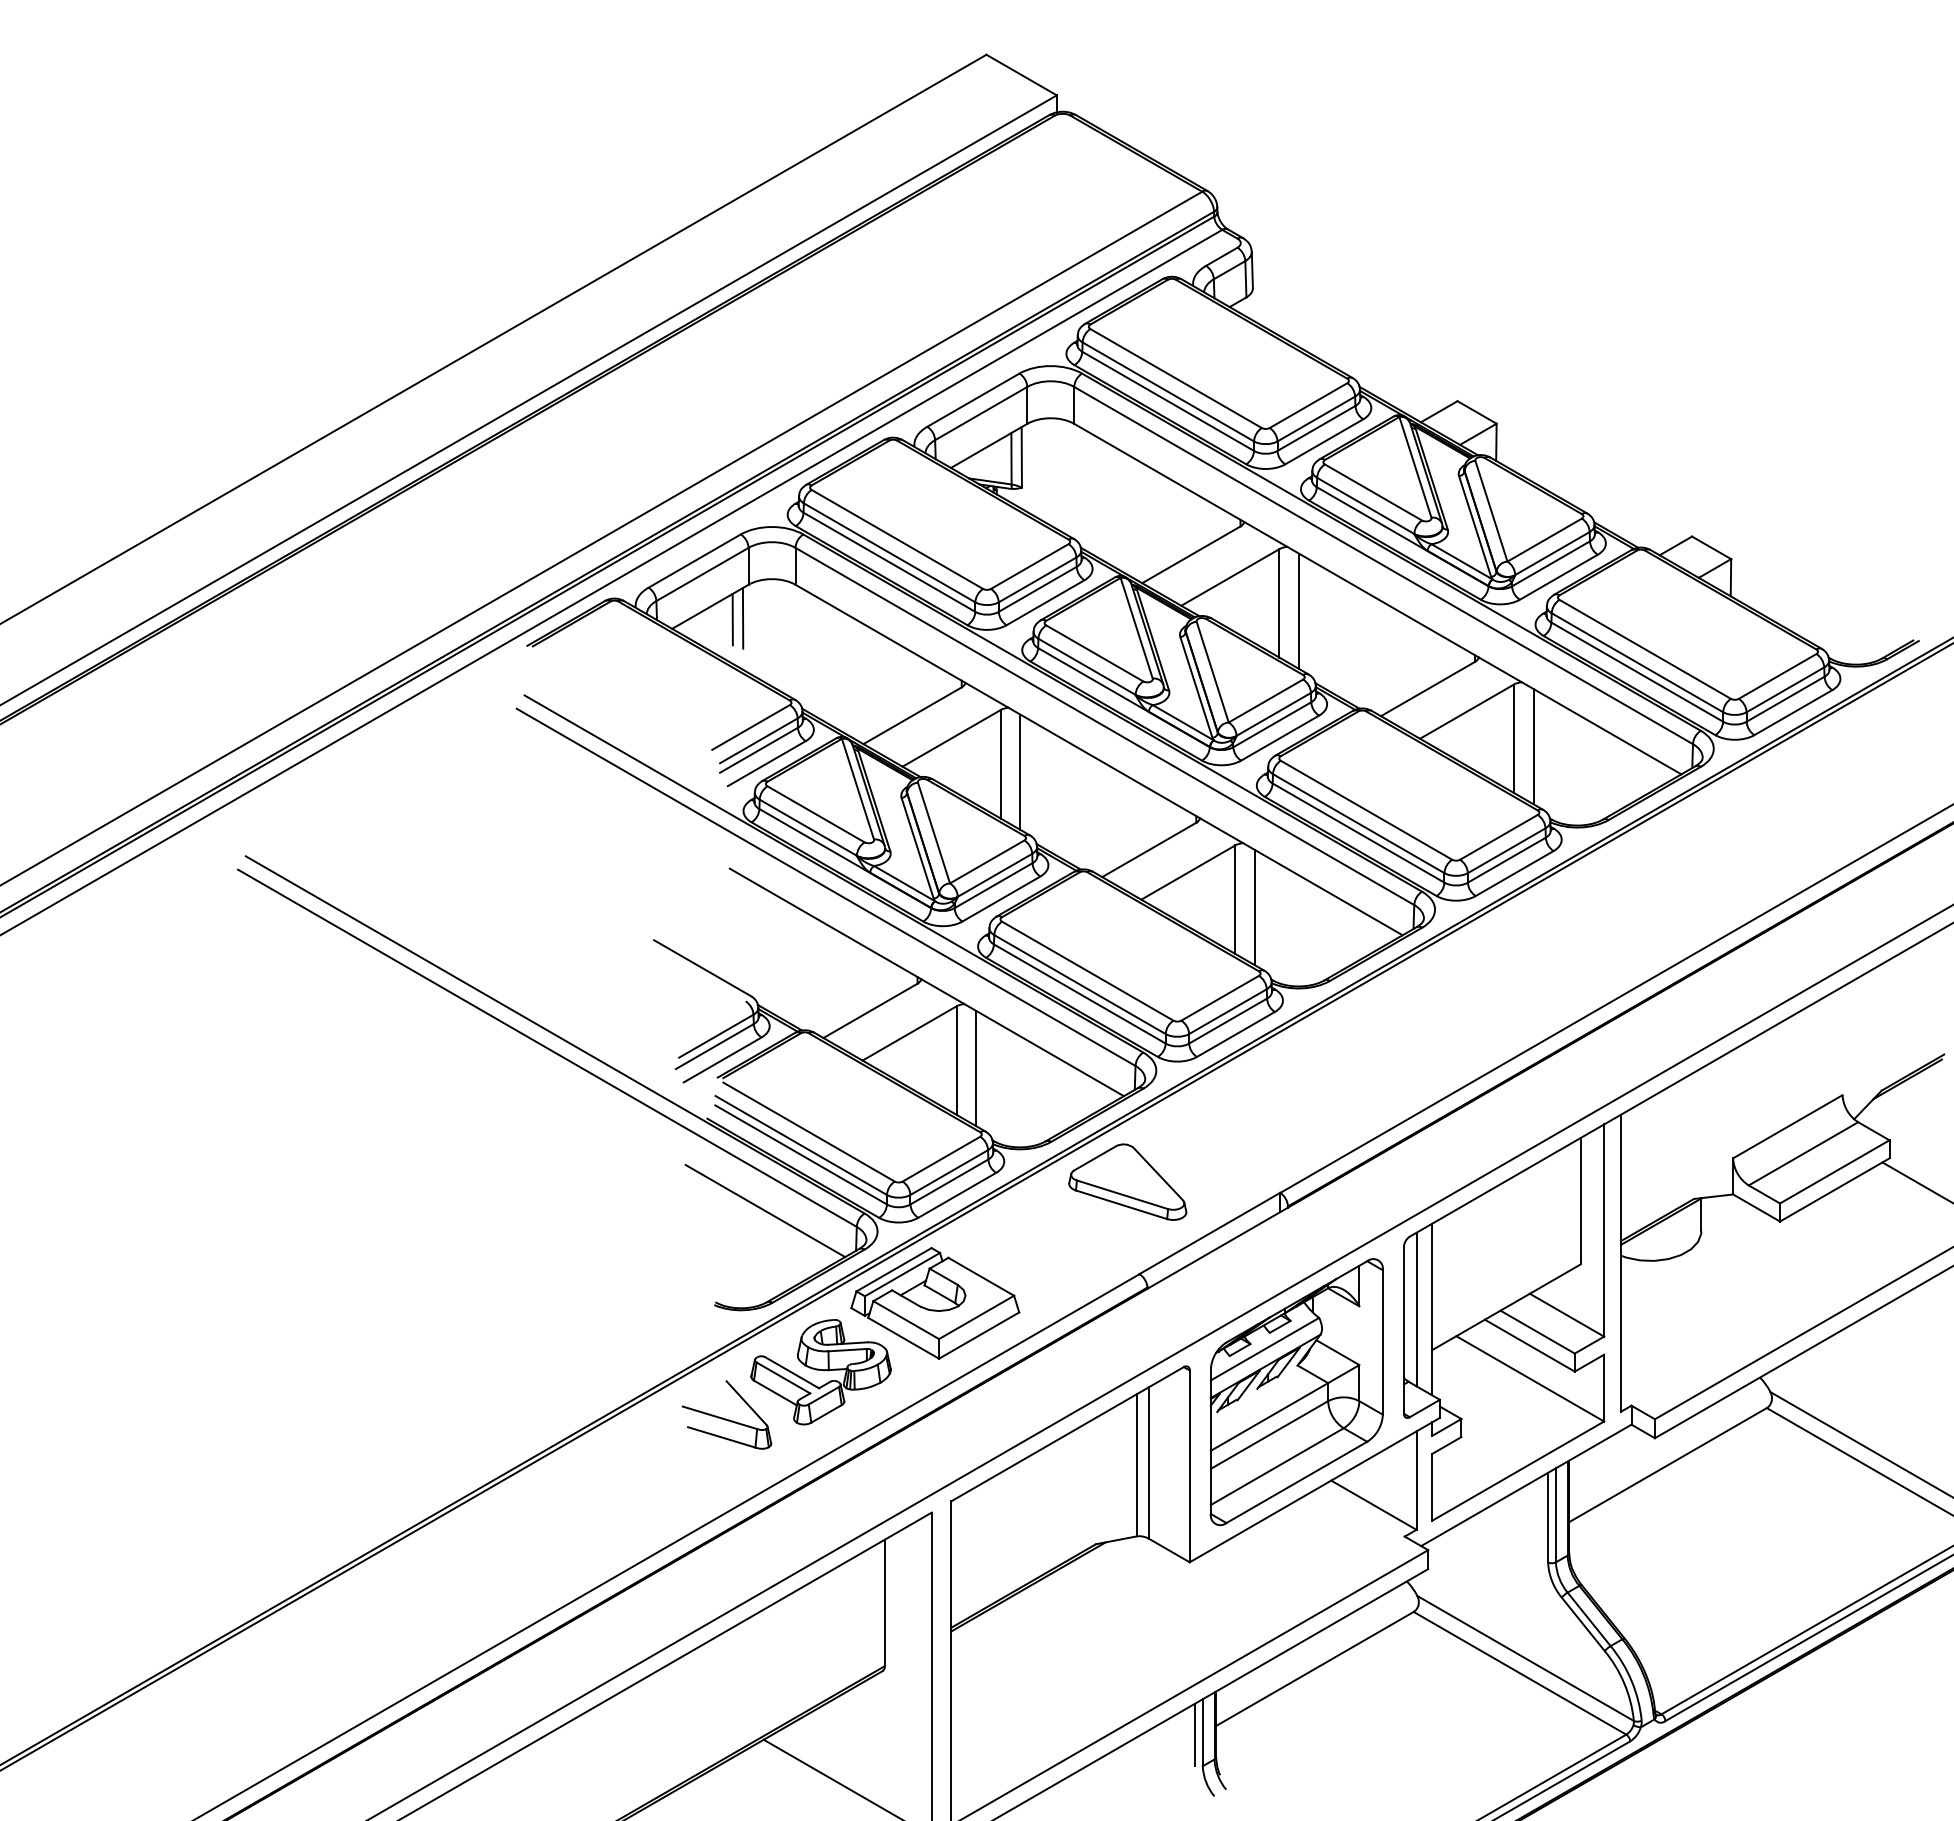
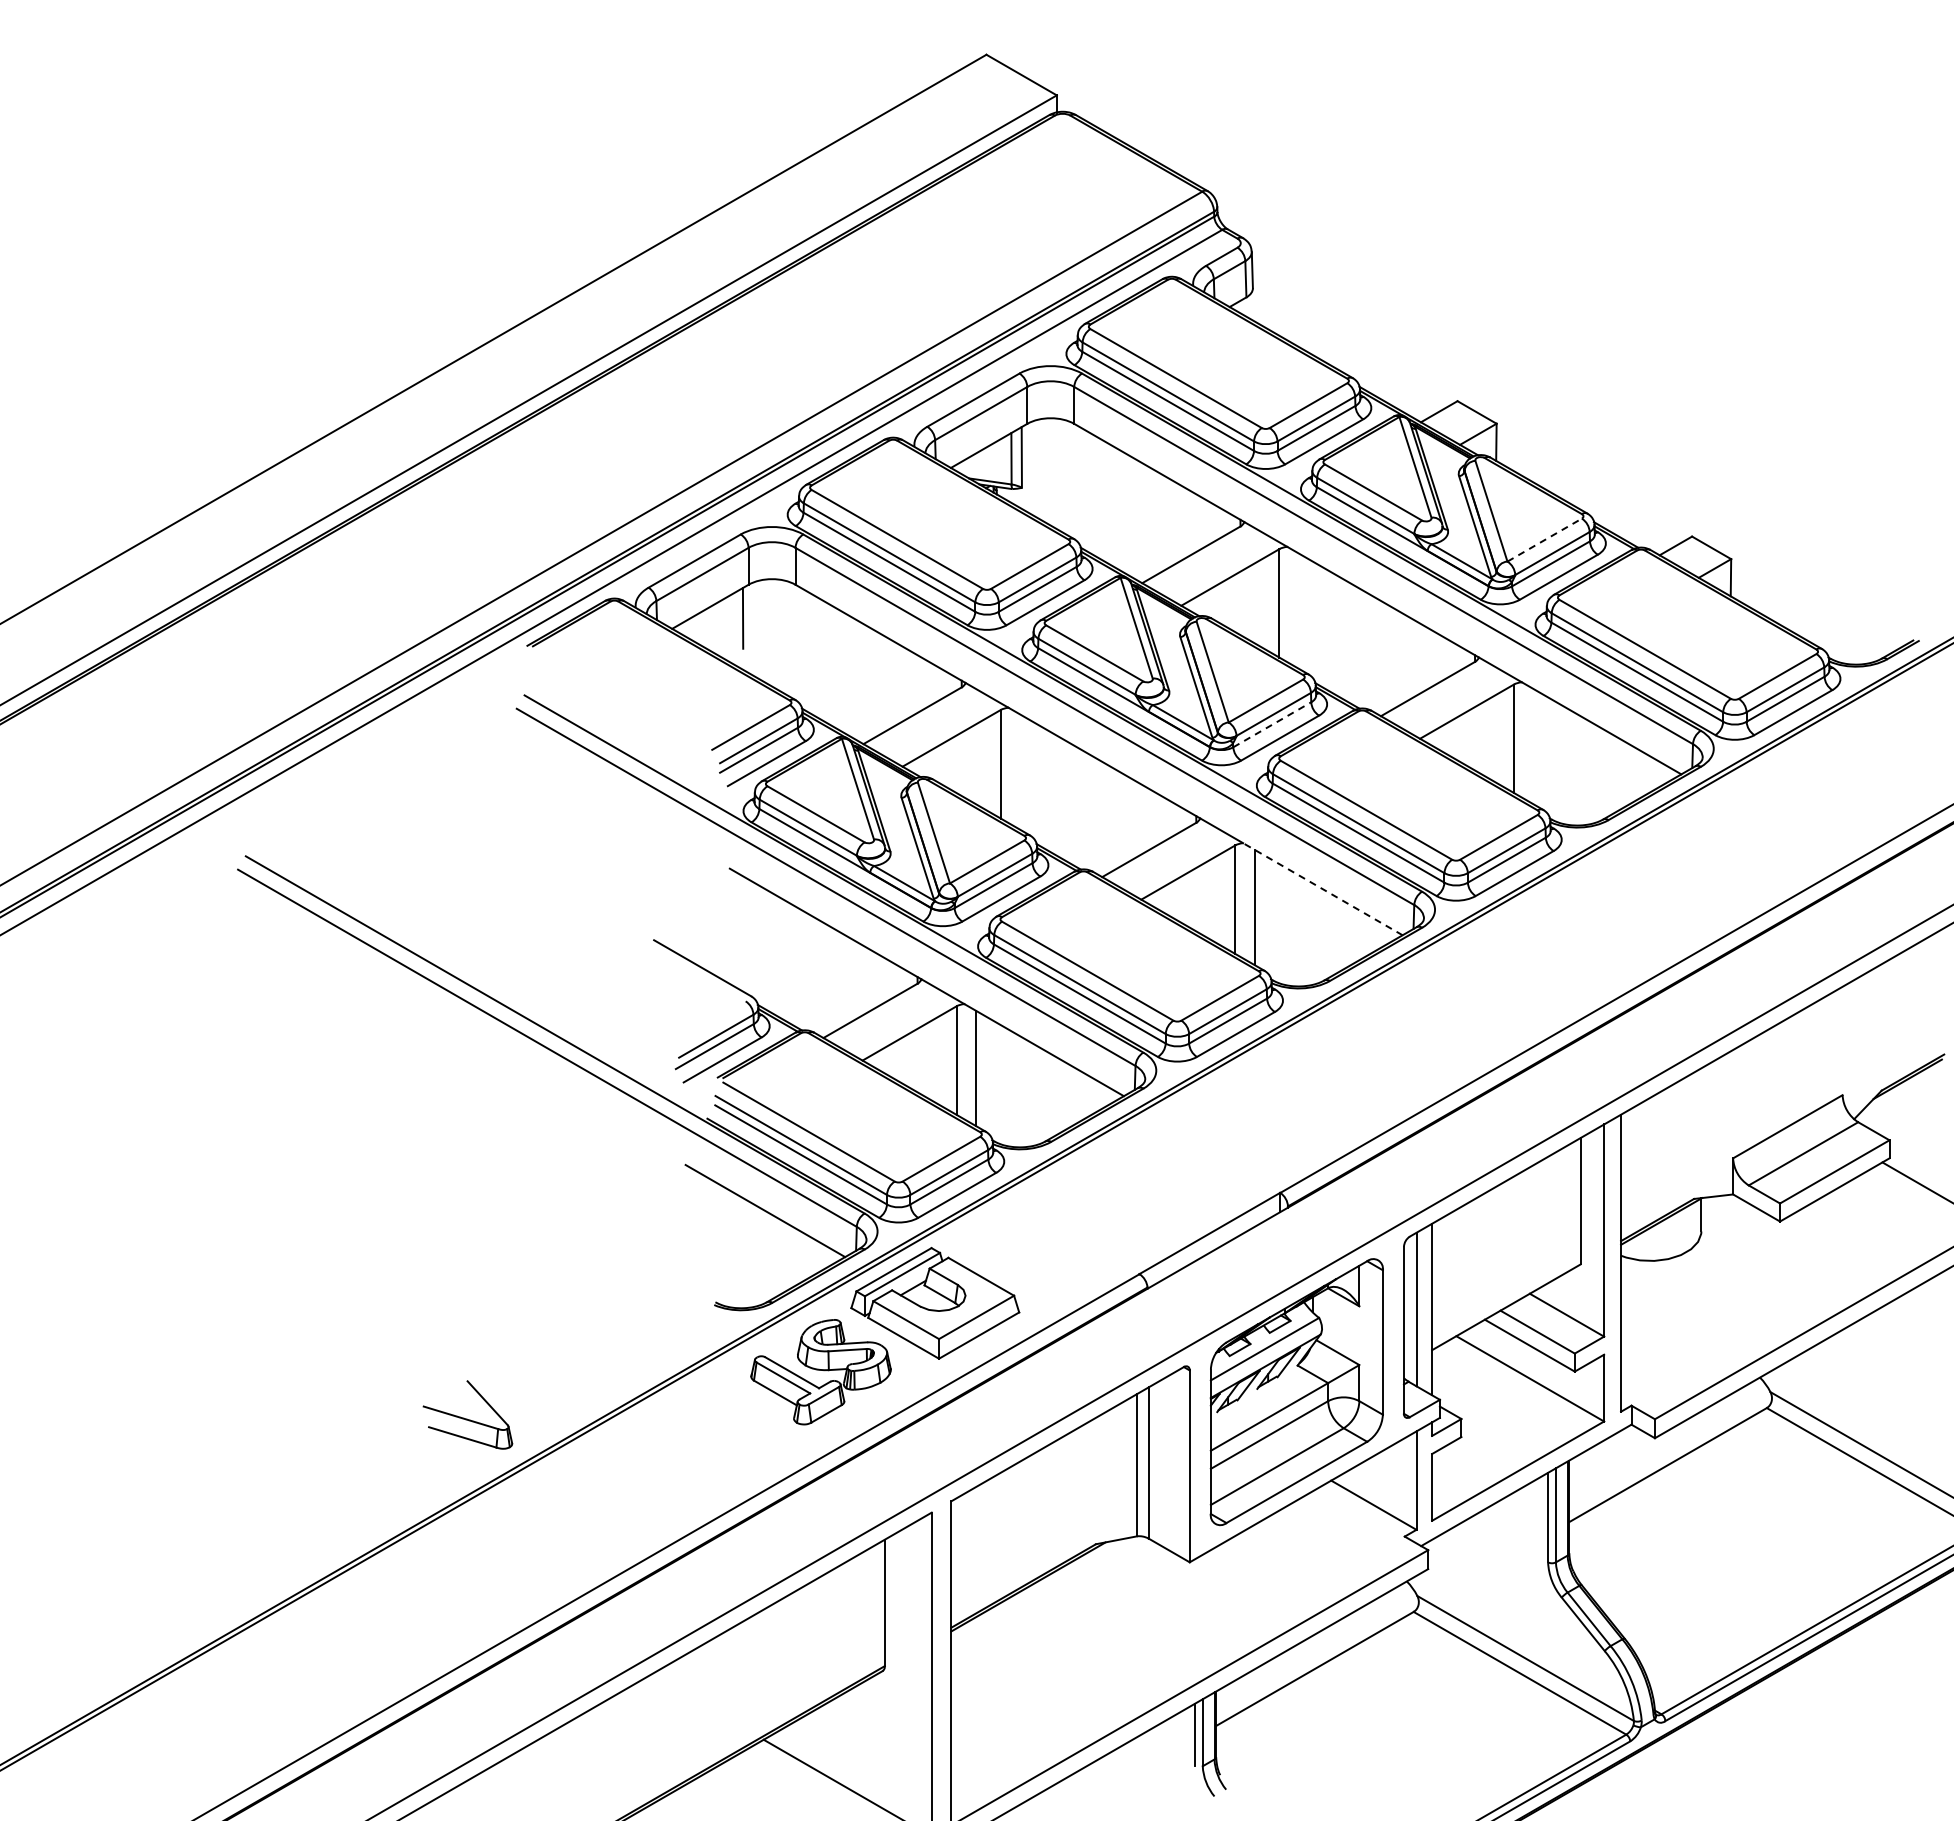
line at (1544, 540): solid -> dashed
line at (1299, 610): present -> none
line at (732, 619): present -> none
line at (1272, 724): solid -> dashed
line at (1533, 746): present -> none
line at (1020, 771): present -> none
line at (1322, 888): solid -> dashed
part at (1127, 1181): present -> none
part at (726, 1414) position: (726, 1414) -> (467, 1414)
